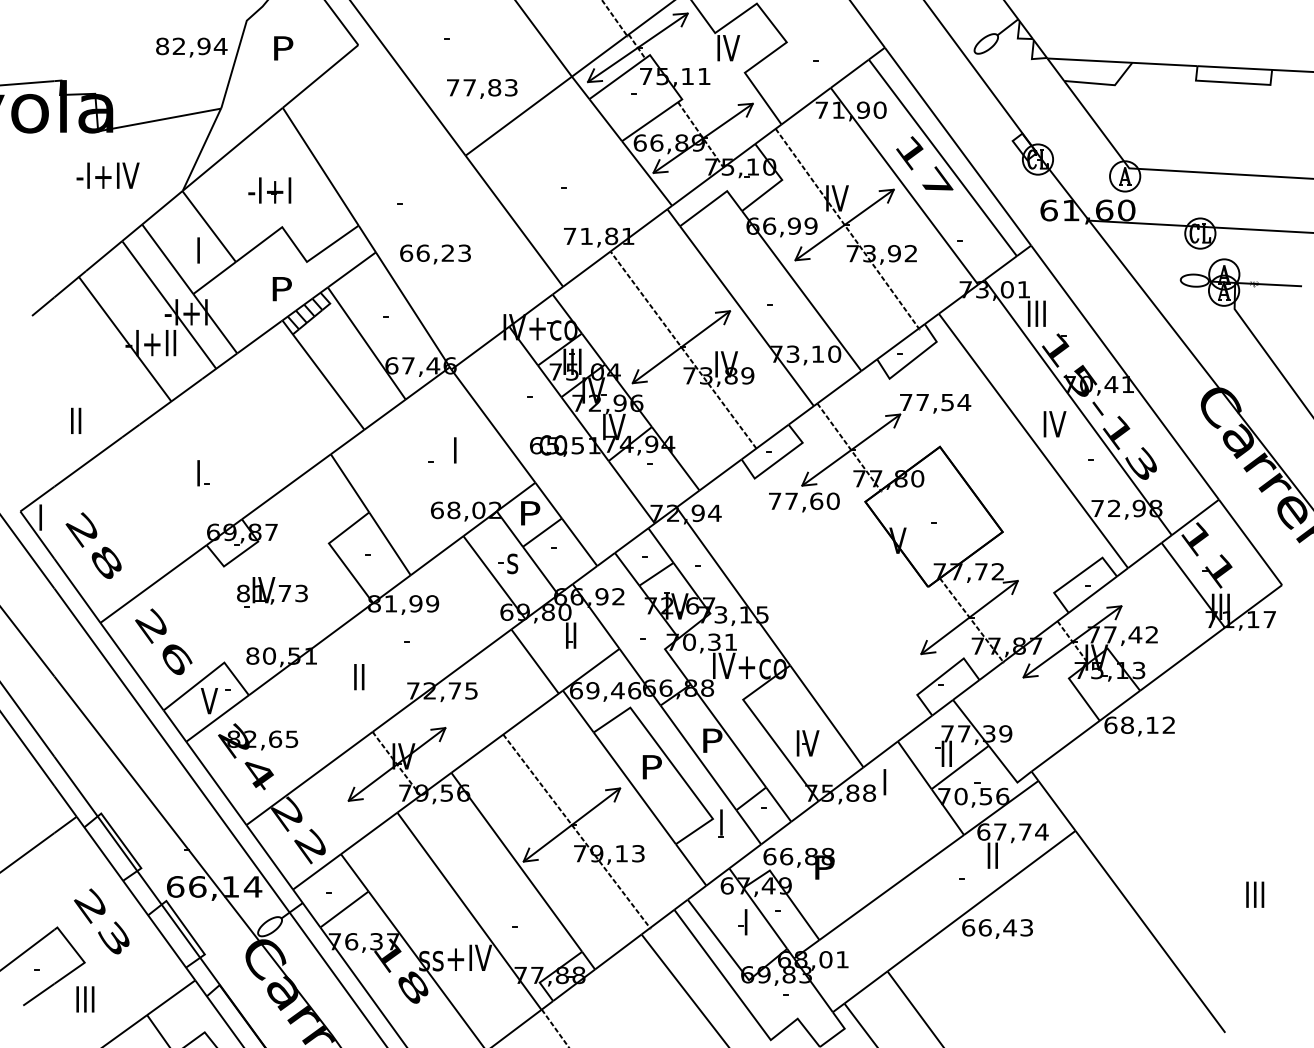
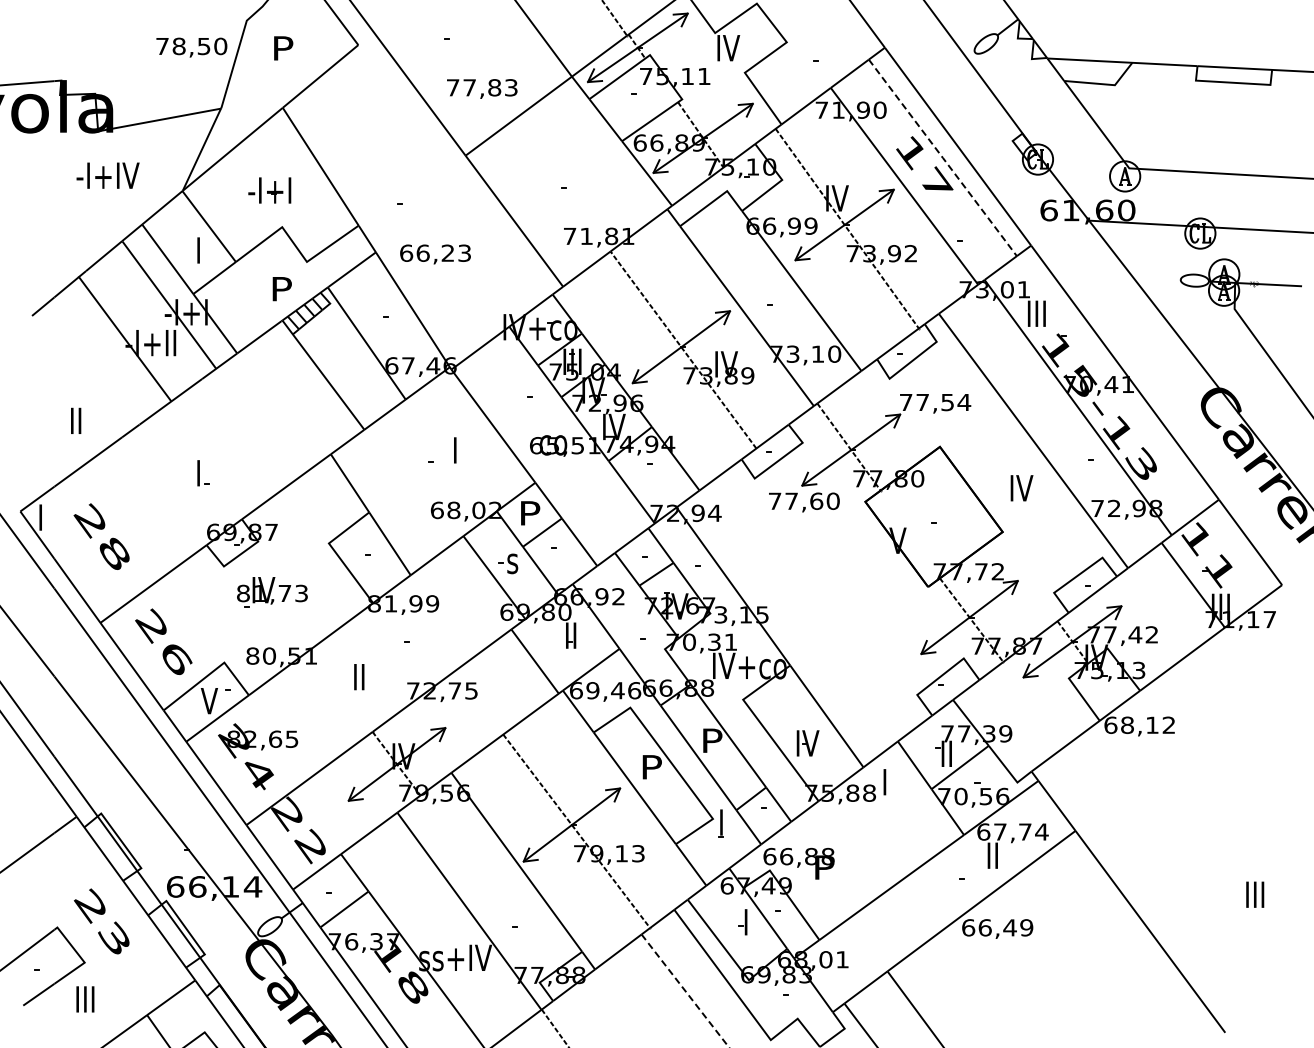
text at (191, 46): 82,94 -> 78,50
line at (942, 157): solid -> dashed
text at (1054, 424) position: (1054, 424) -> (1021, 488)
text at (93, 545) position: (93, 545) -> (101, 536)
text at (1026, 927): 66,43 -> 66,49
line at (685, 991): solid -> dashed
